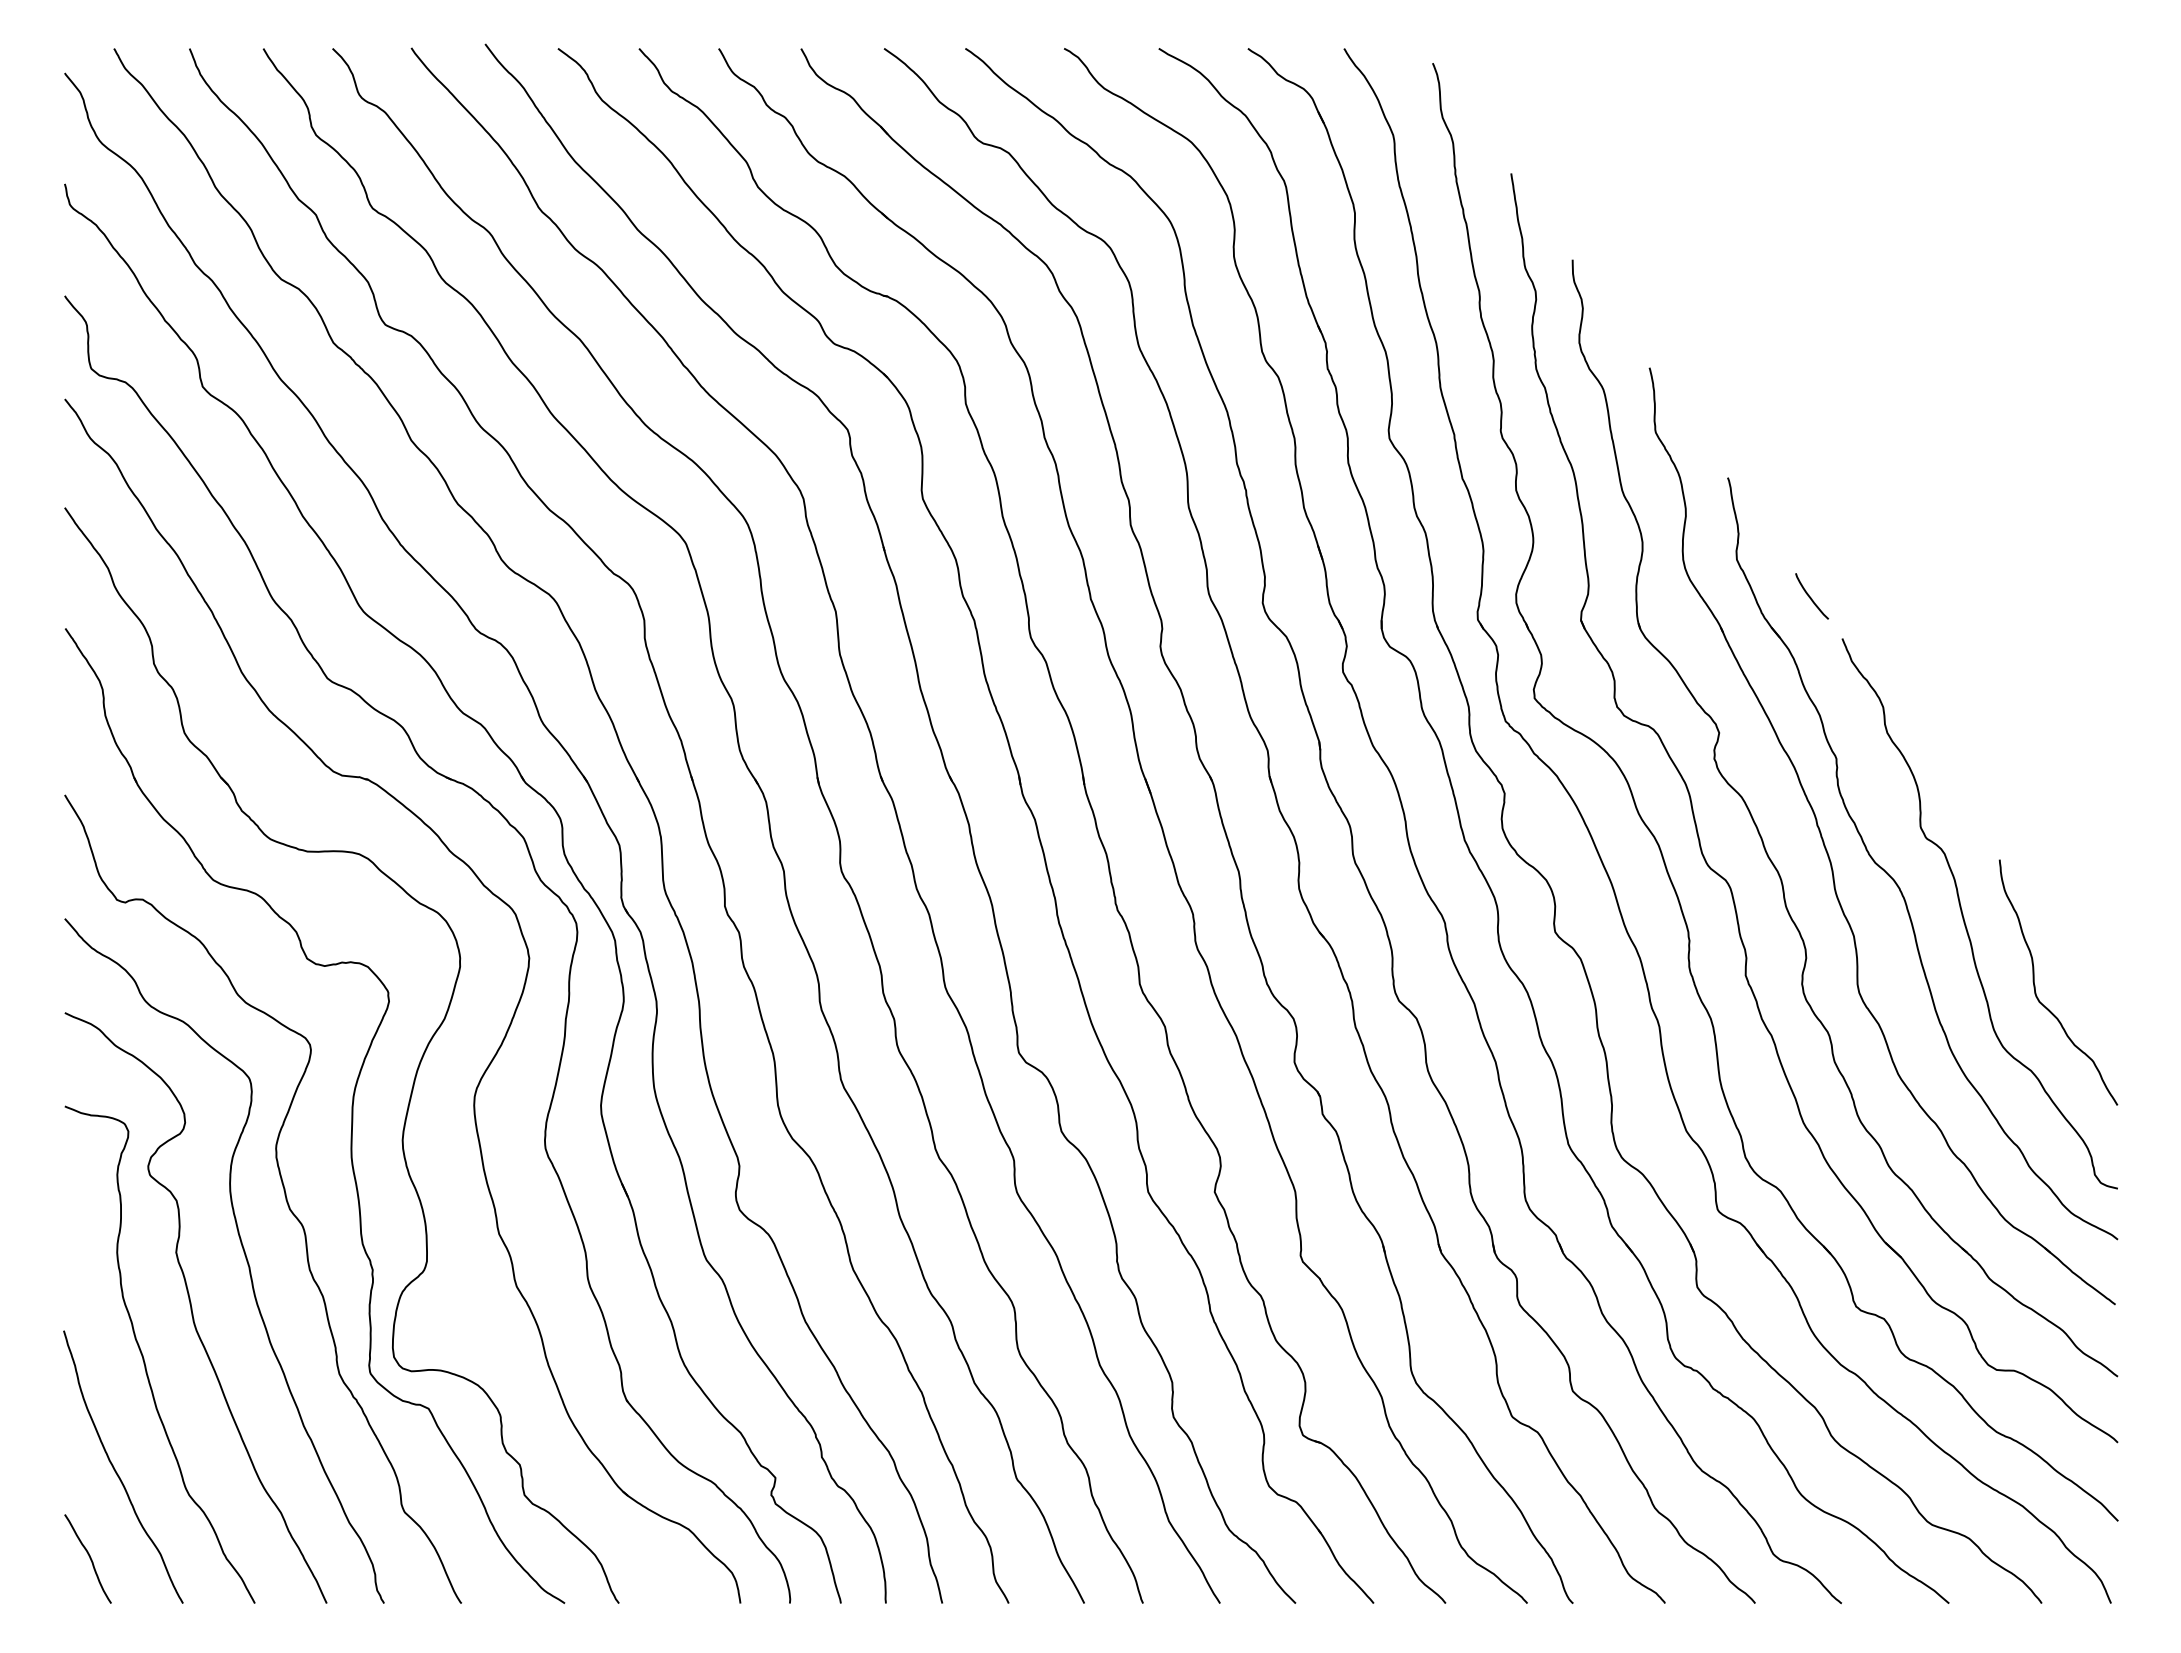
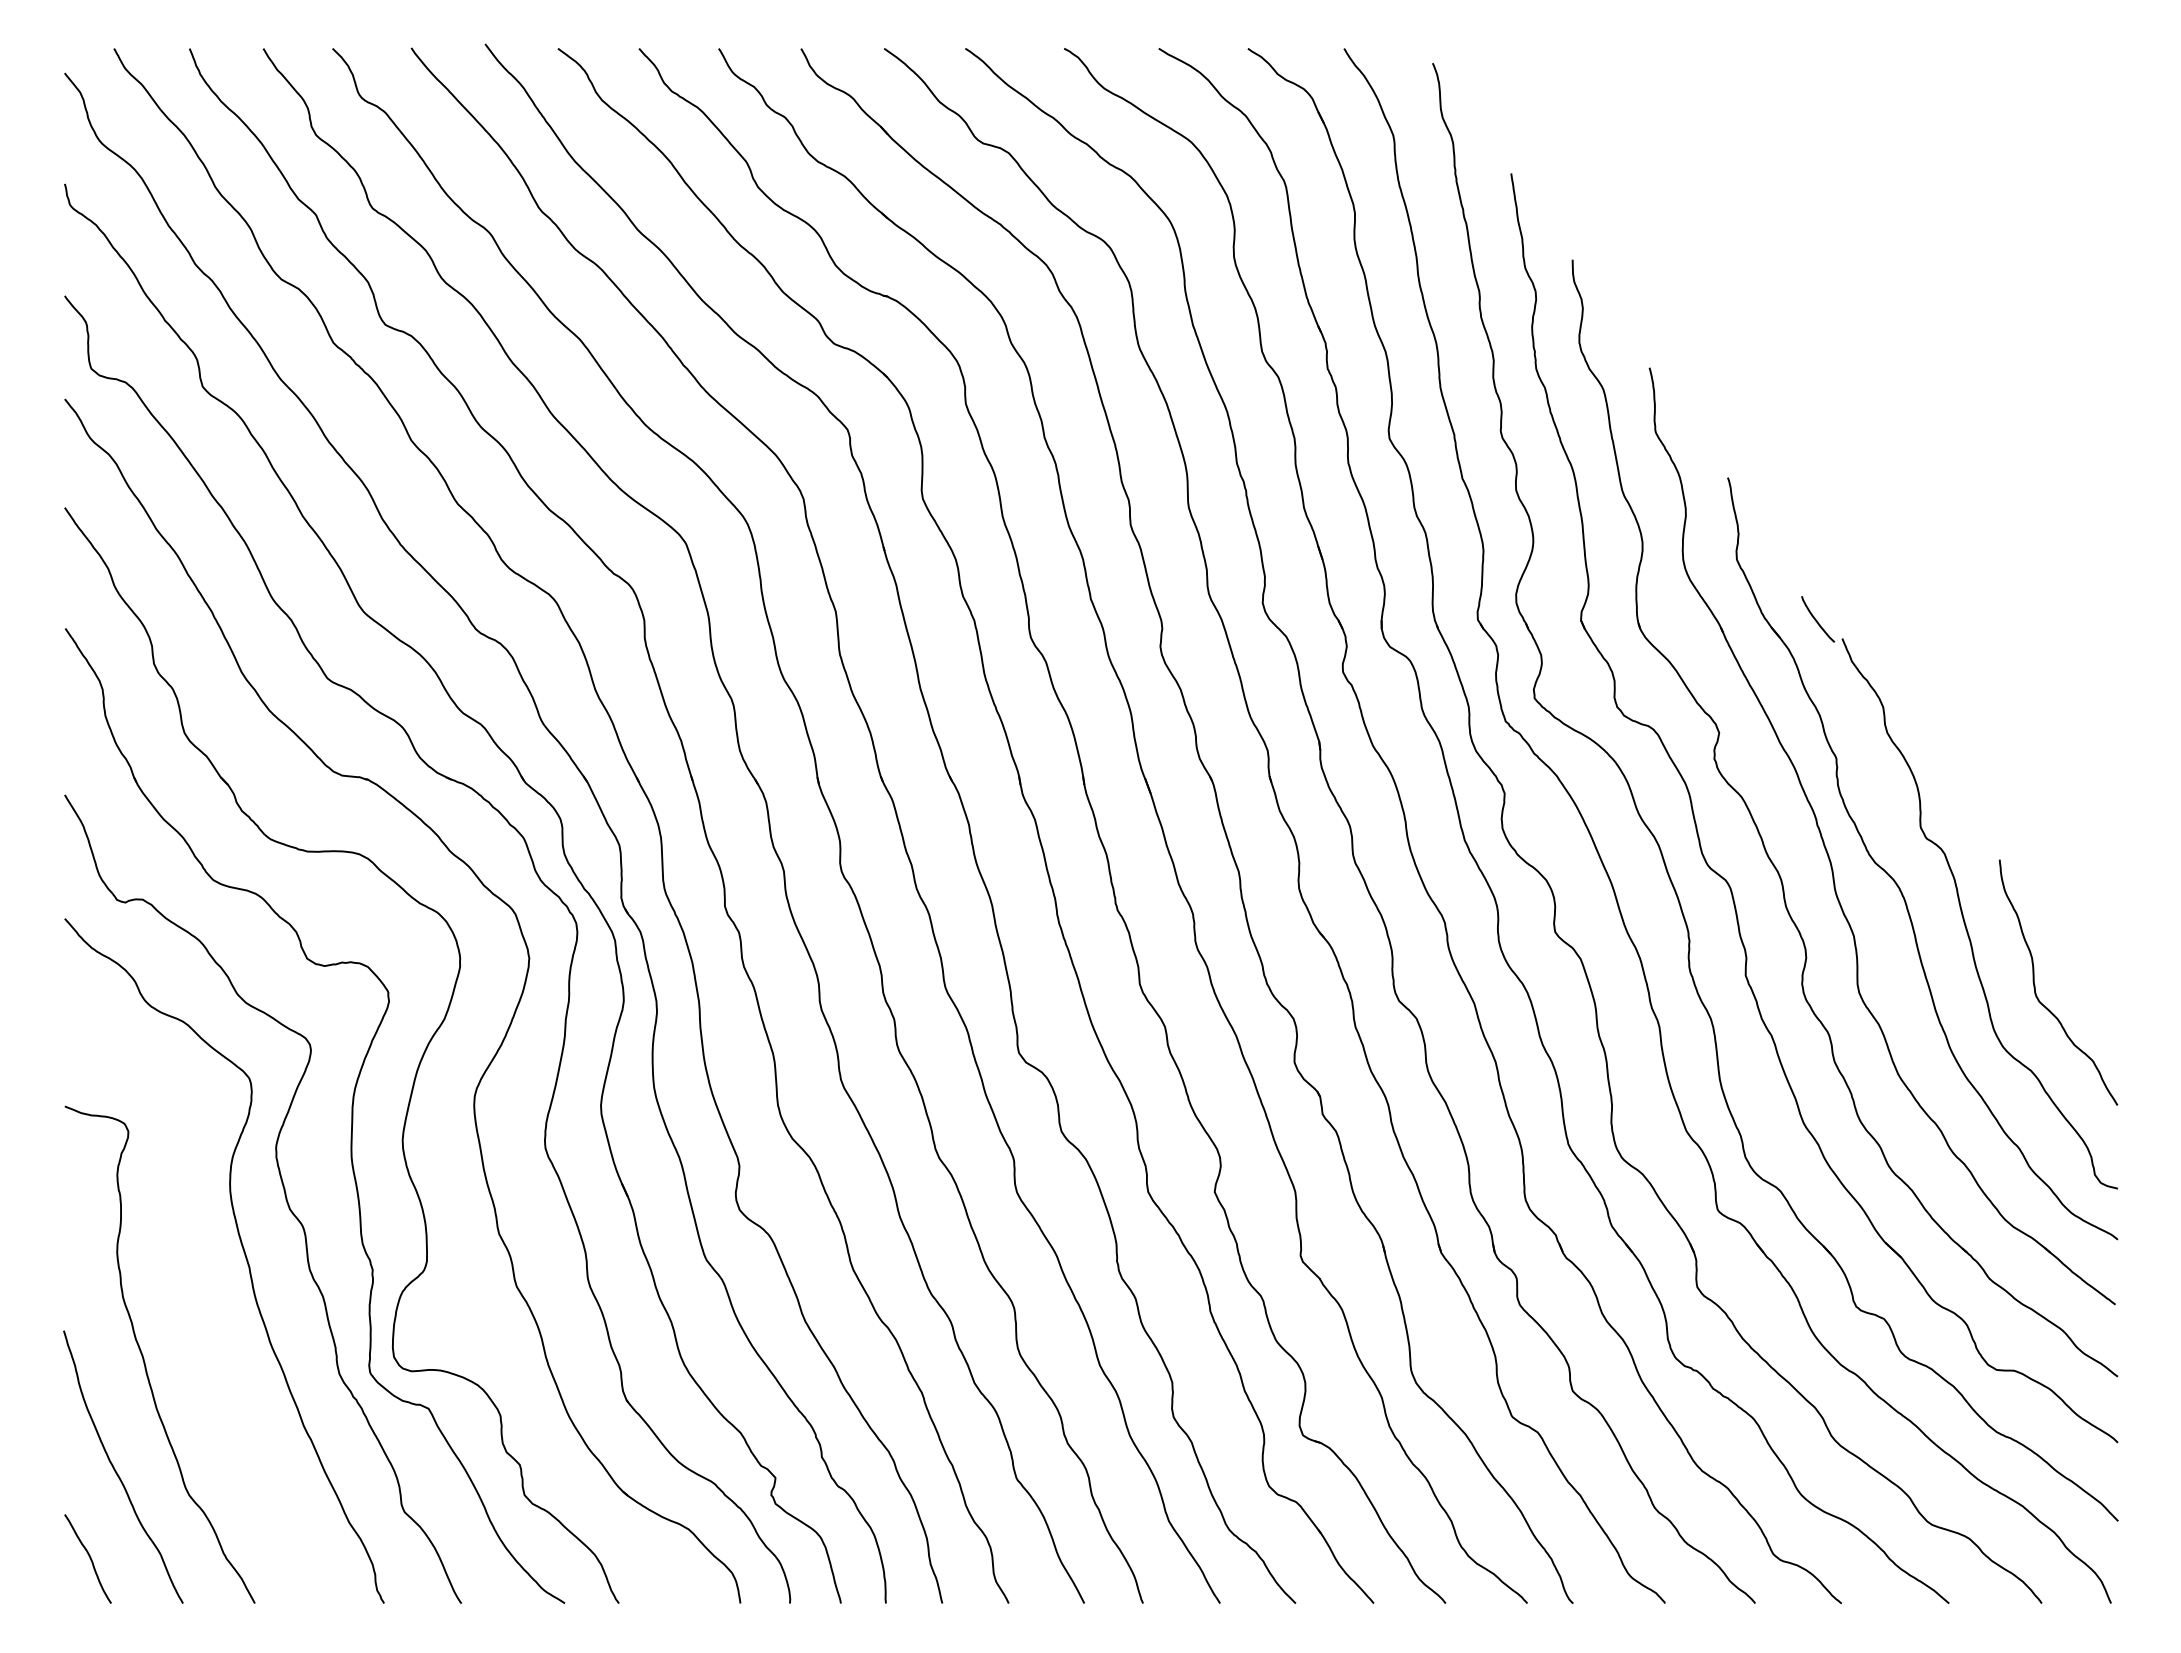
curve at (1810, 596) position: (1810, 596) -> (1816, 619)
curve at (192, 1307): present -> none
